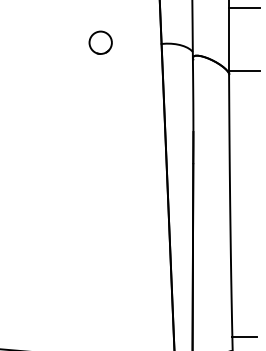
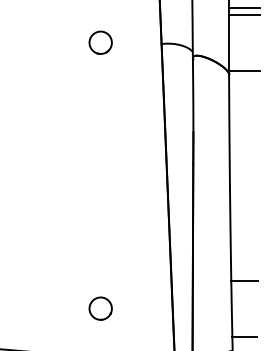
line at (244, 14): none -> present
line at (244, 280): none -> present
circle at (100, 308): none -> present
